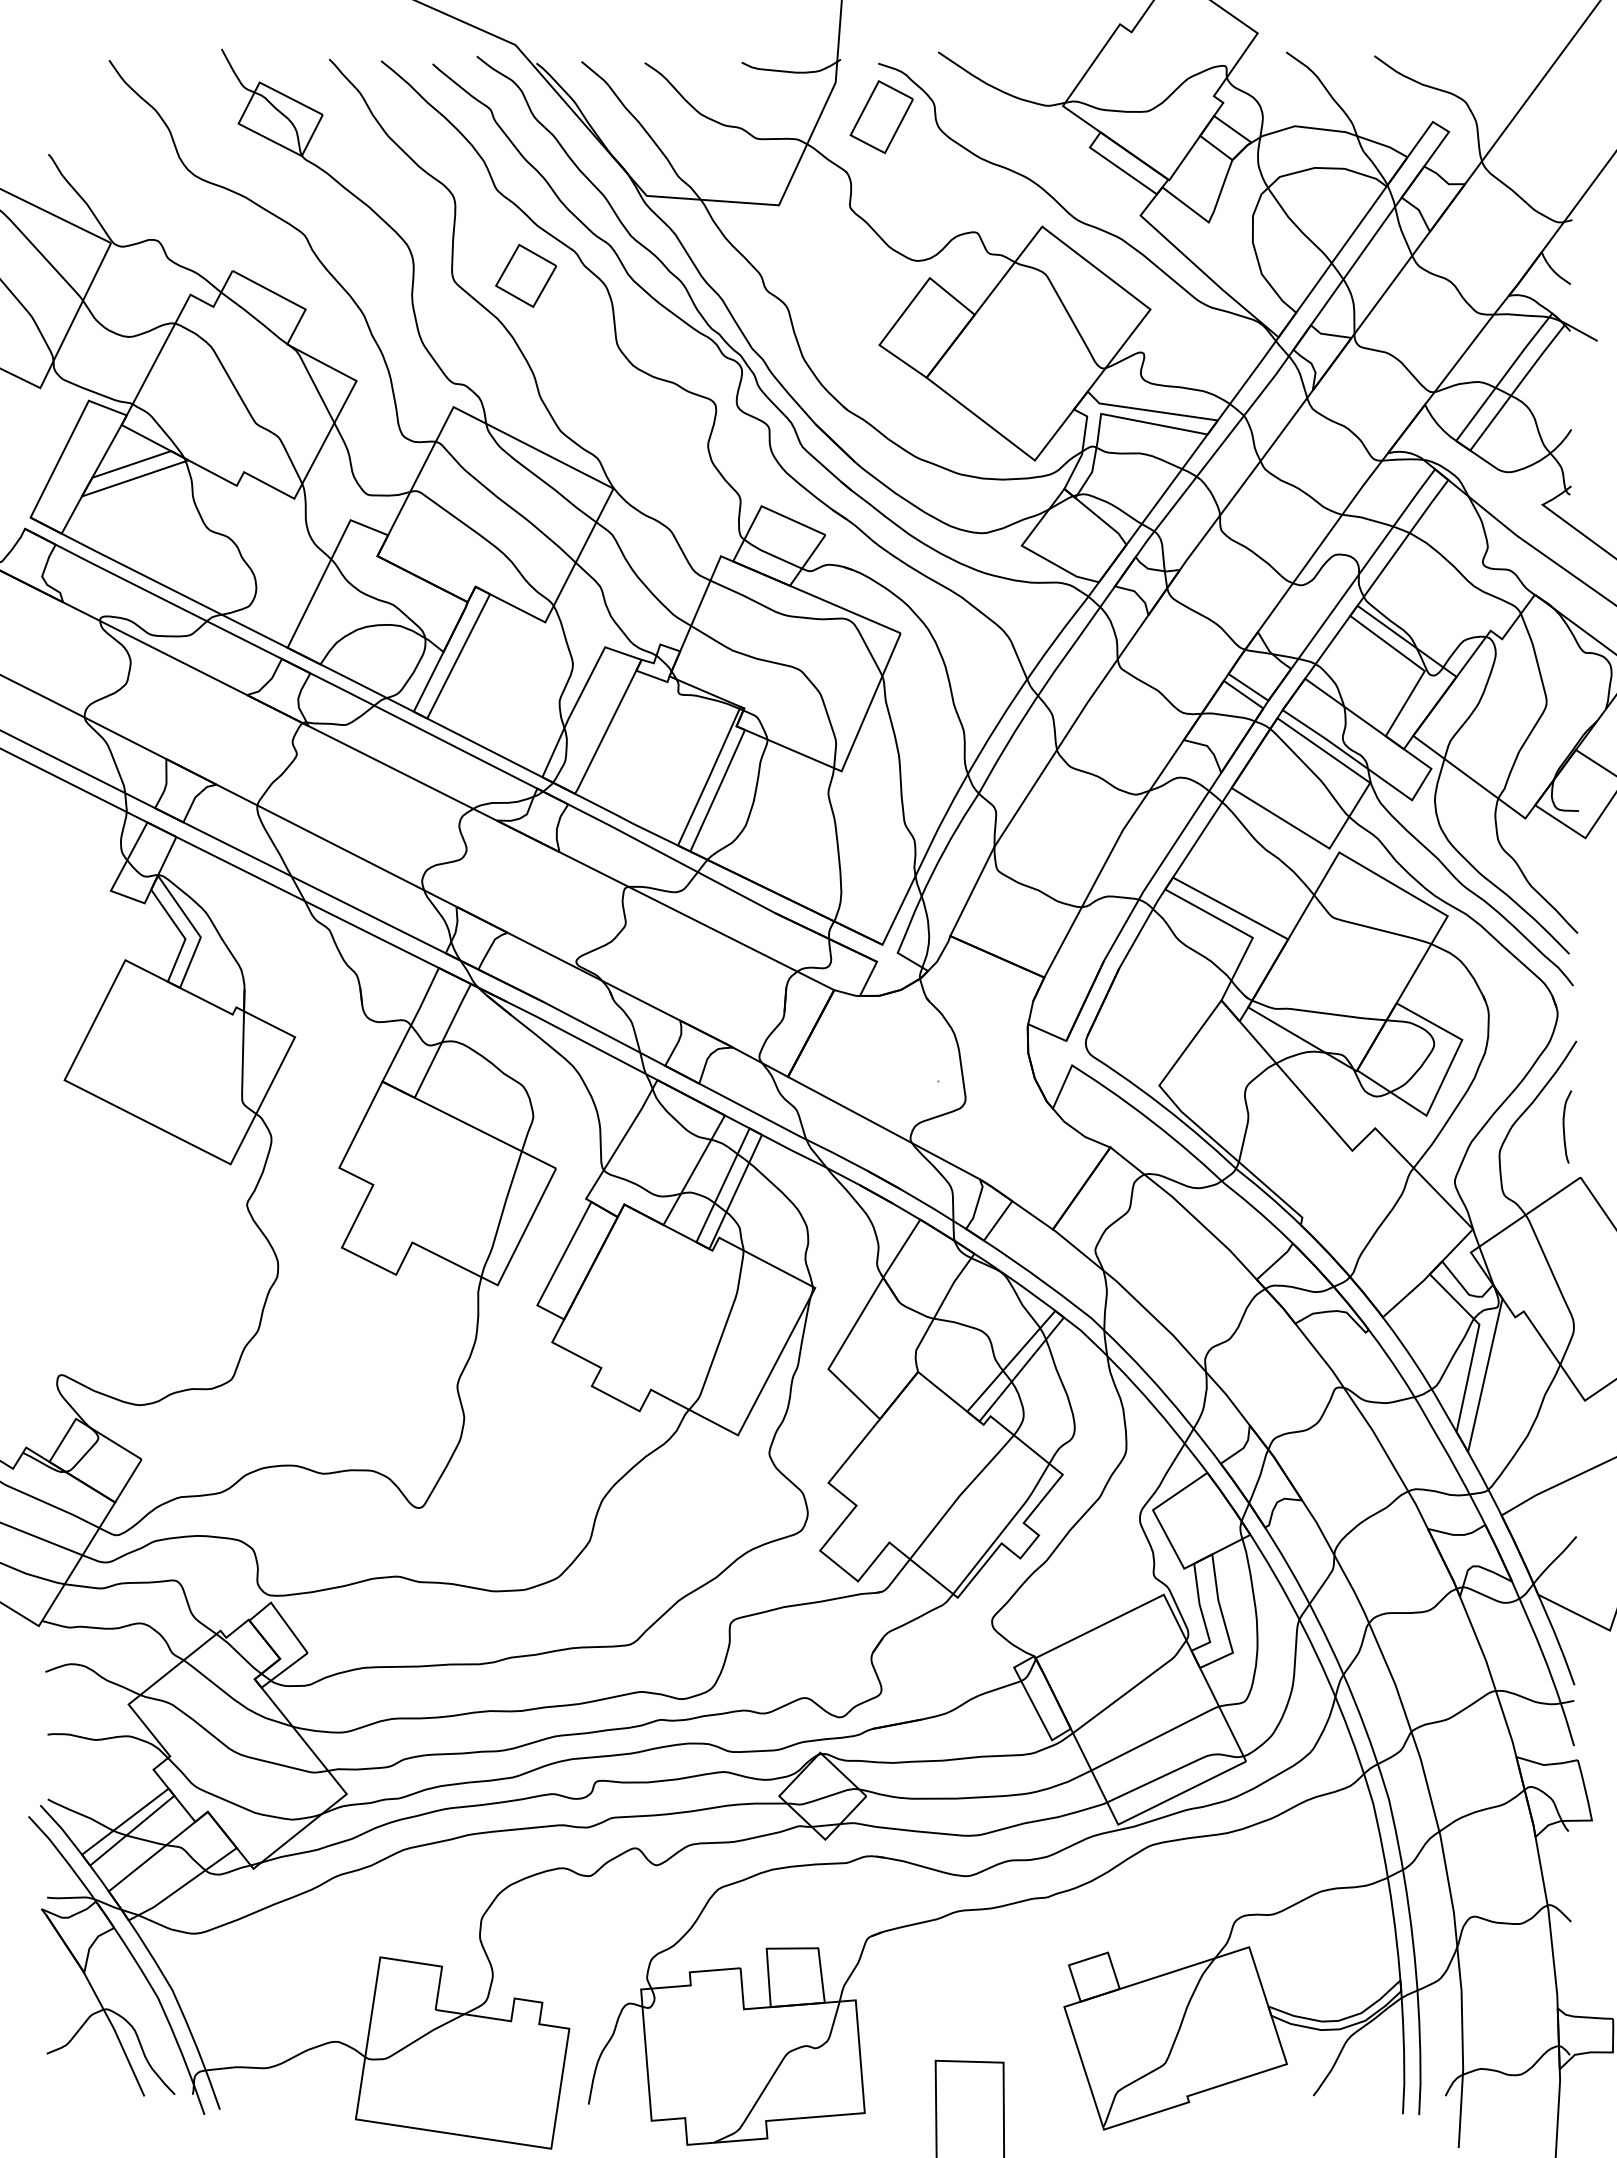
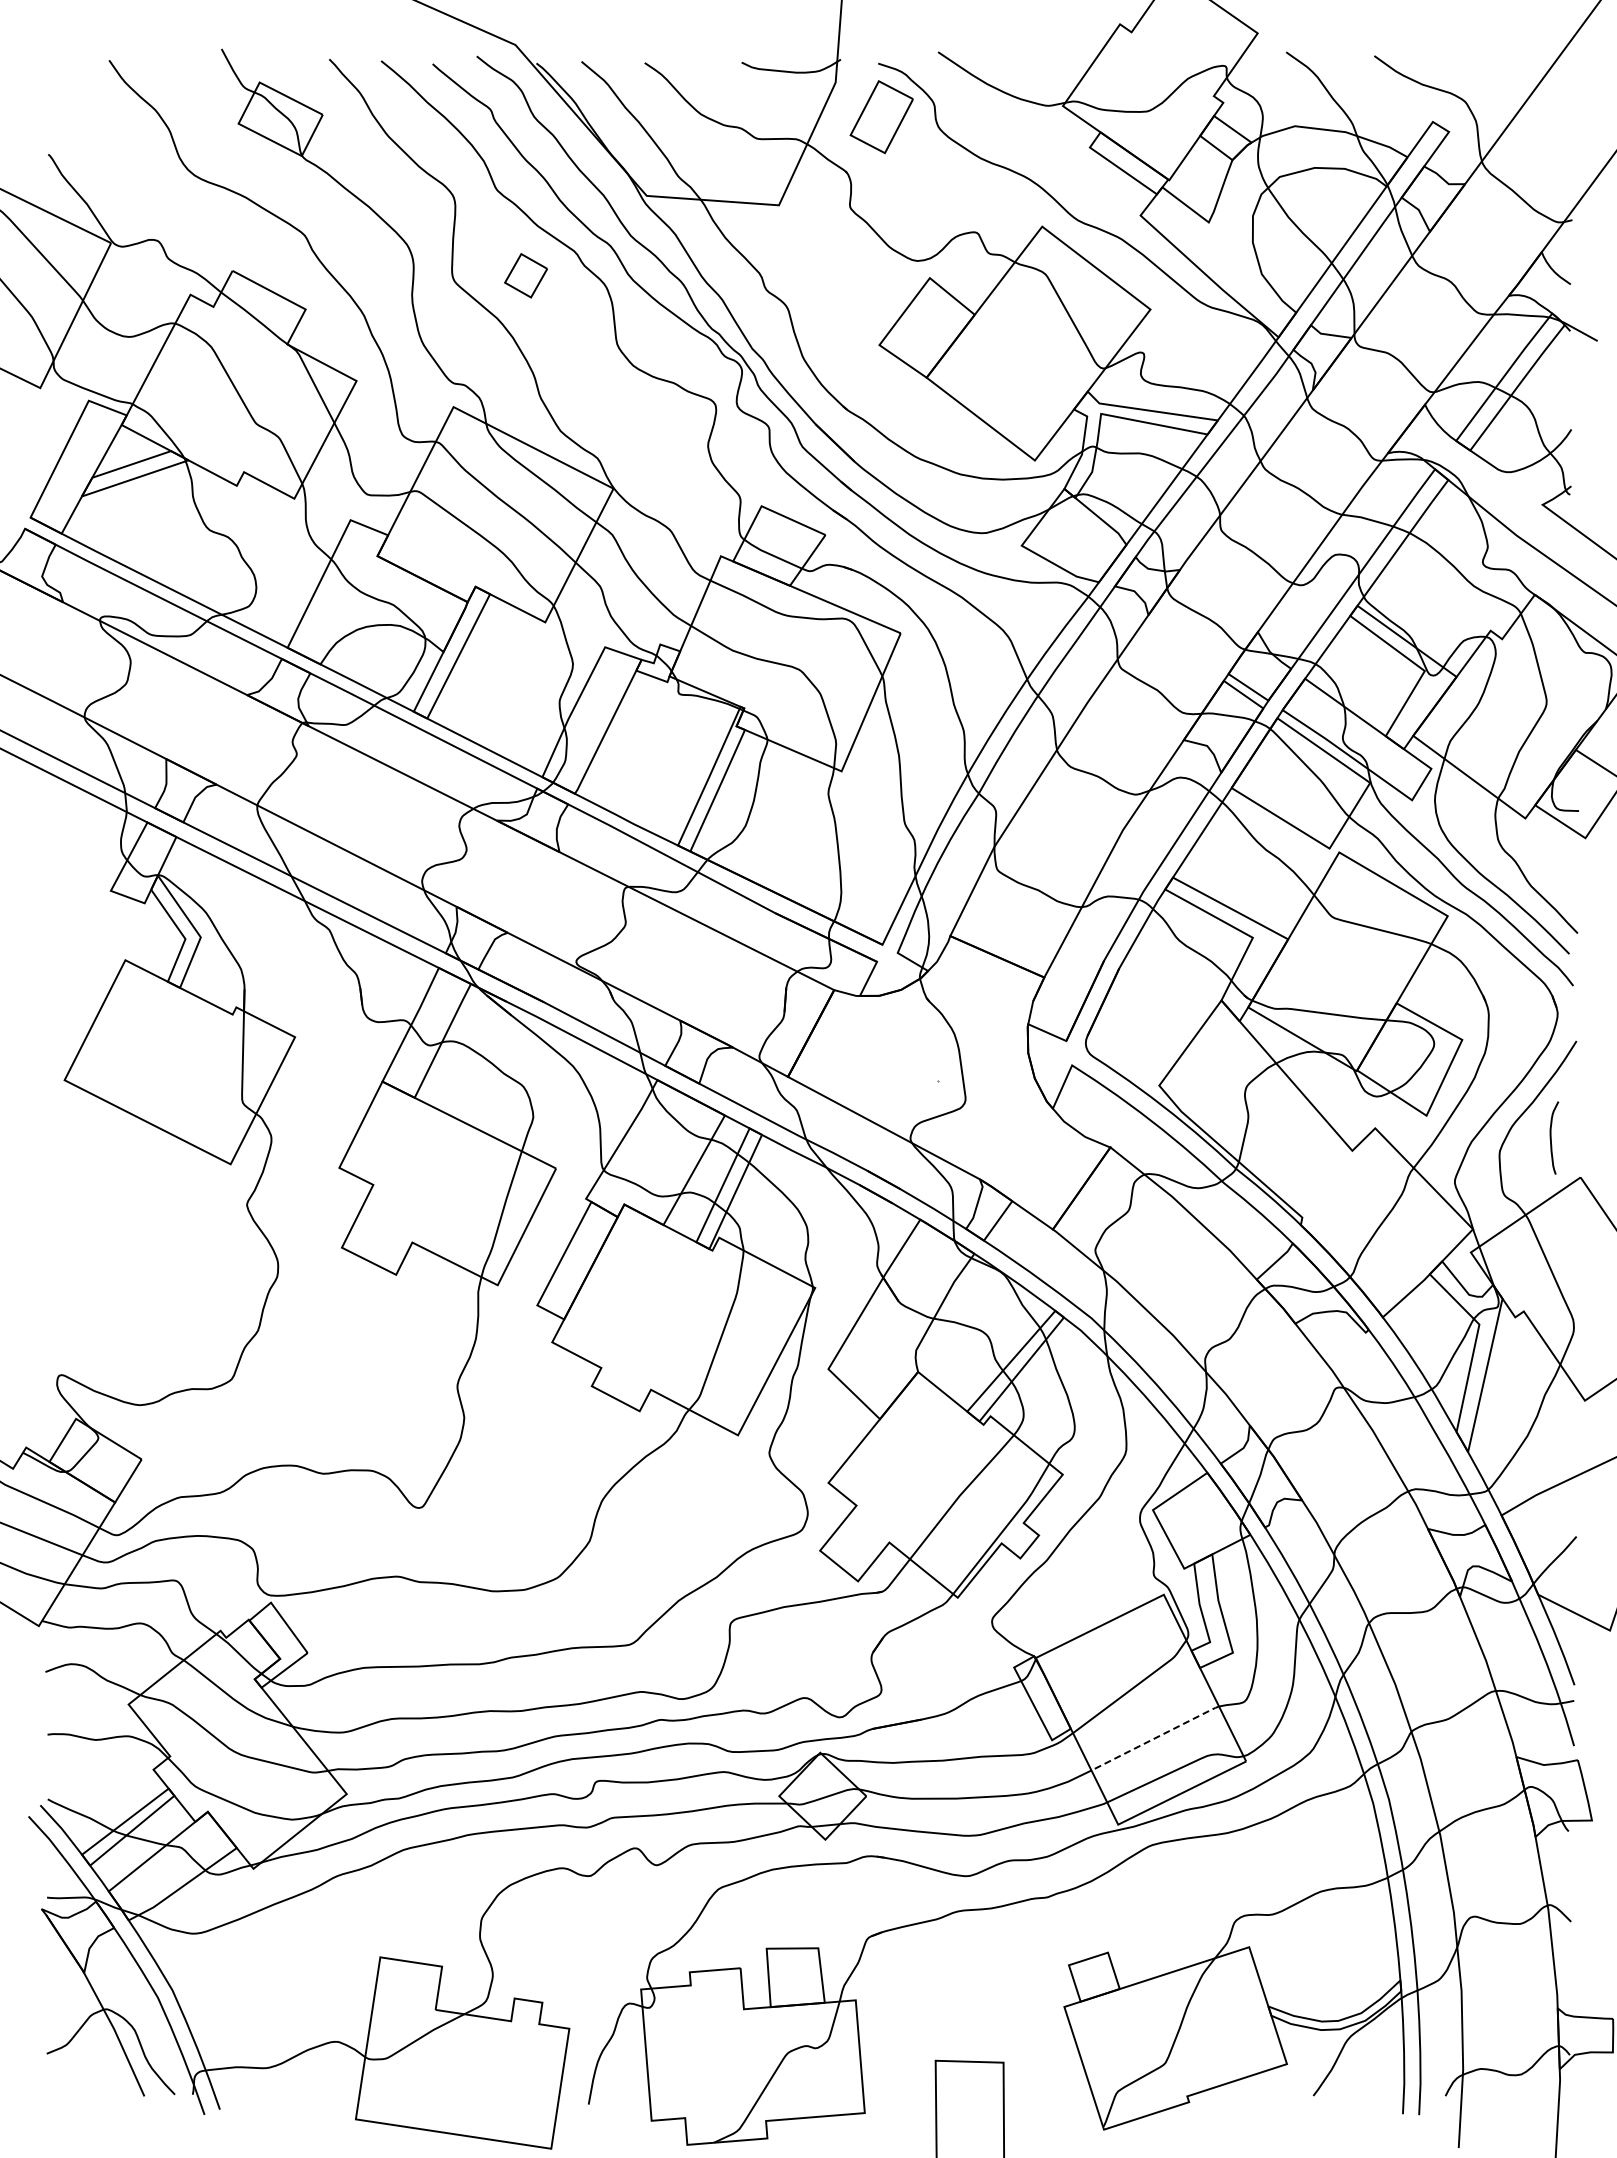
part at (525, 275) size: 62x65 px -> 44x46 px
curve at (1564, 1126) position: (1564, 1126) -> (1551, 1137)
line at (1156, 1737): solid -> dashed
